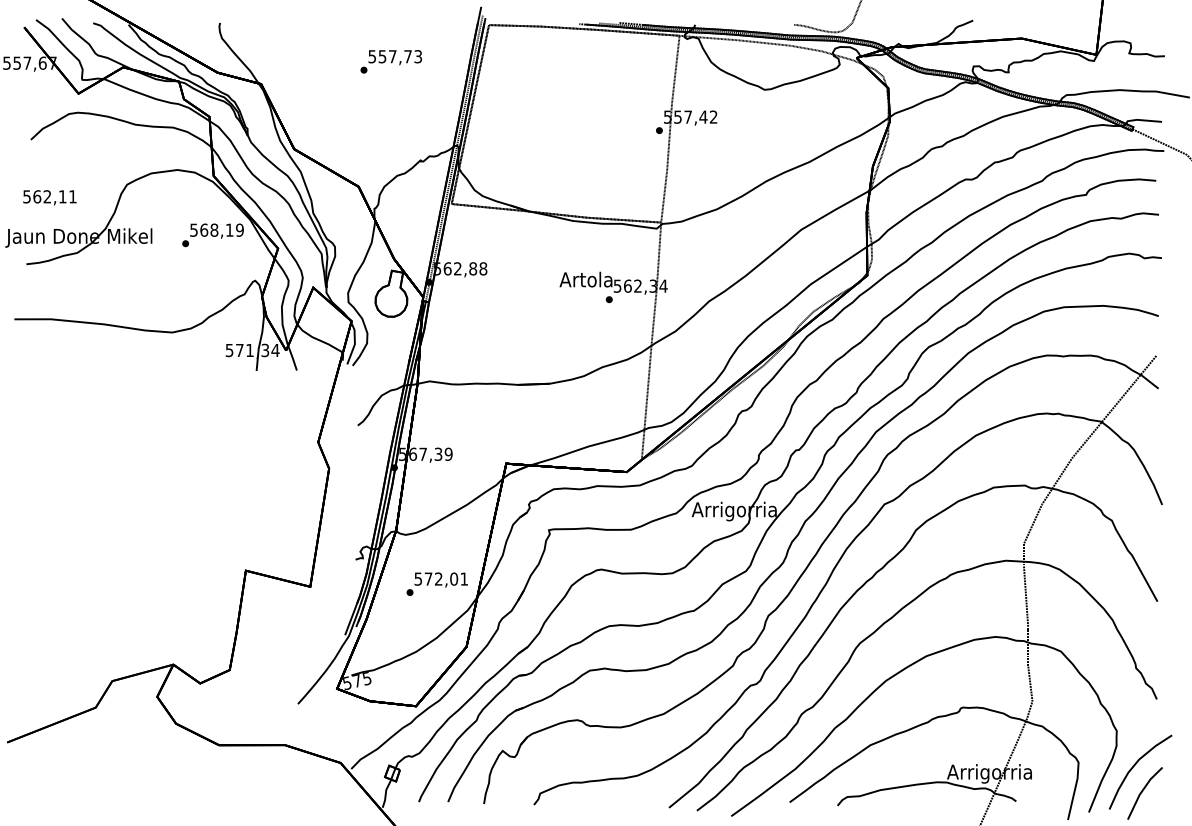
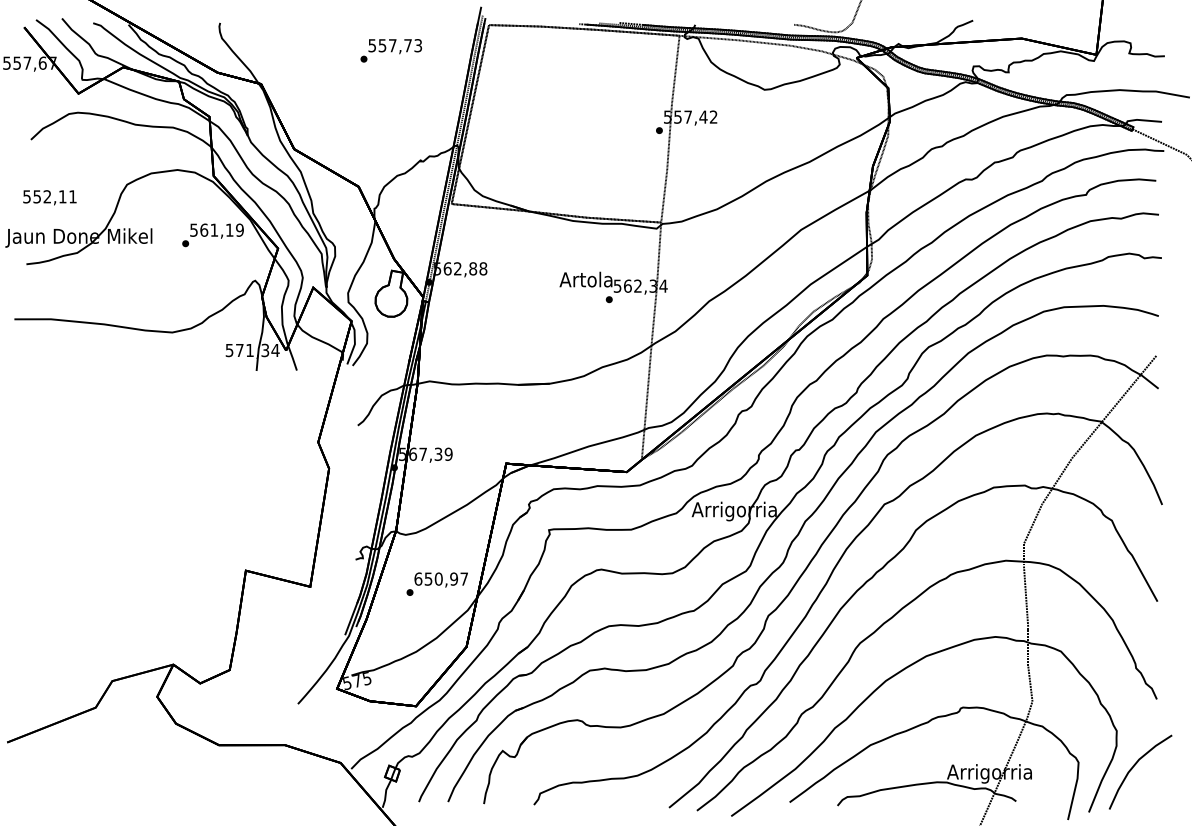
text at (390, 61) position: (390, 61) -> (390, 50)
text at (37, 196): 562,11 -> 552,11
text at (214, 229): 568,19 -> 561,19
text at (440, 578): 572,01 -> 650,97
line at (1143, 791): present -> none
